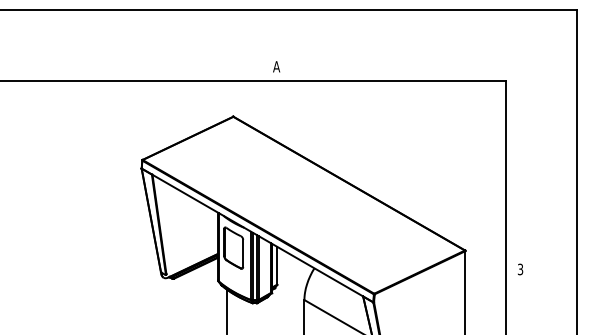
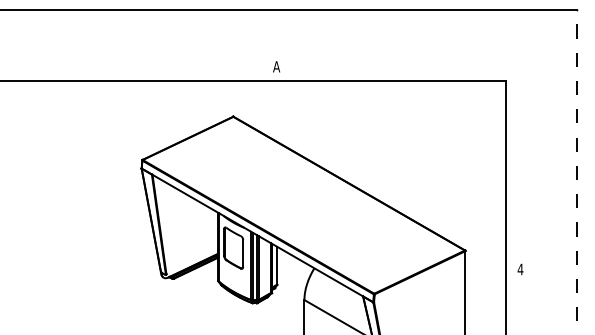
line at (577, 172): solid -> dashed
text at (520, 269): 3 -> 4
line at (227, 310): present -> none
